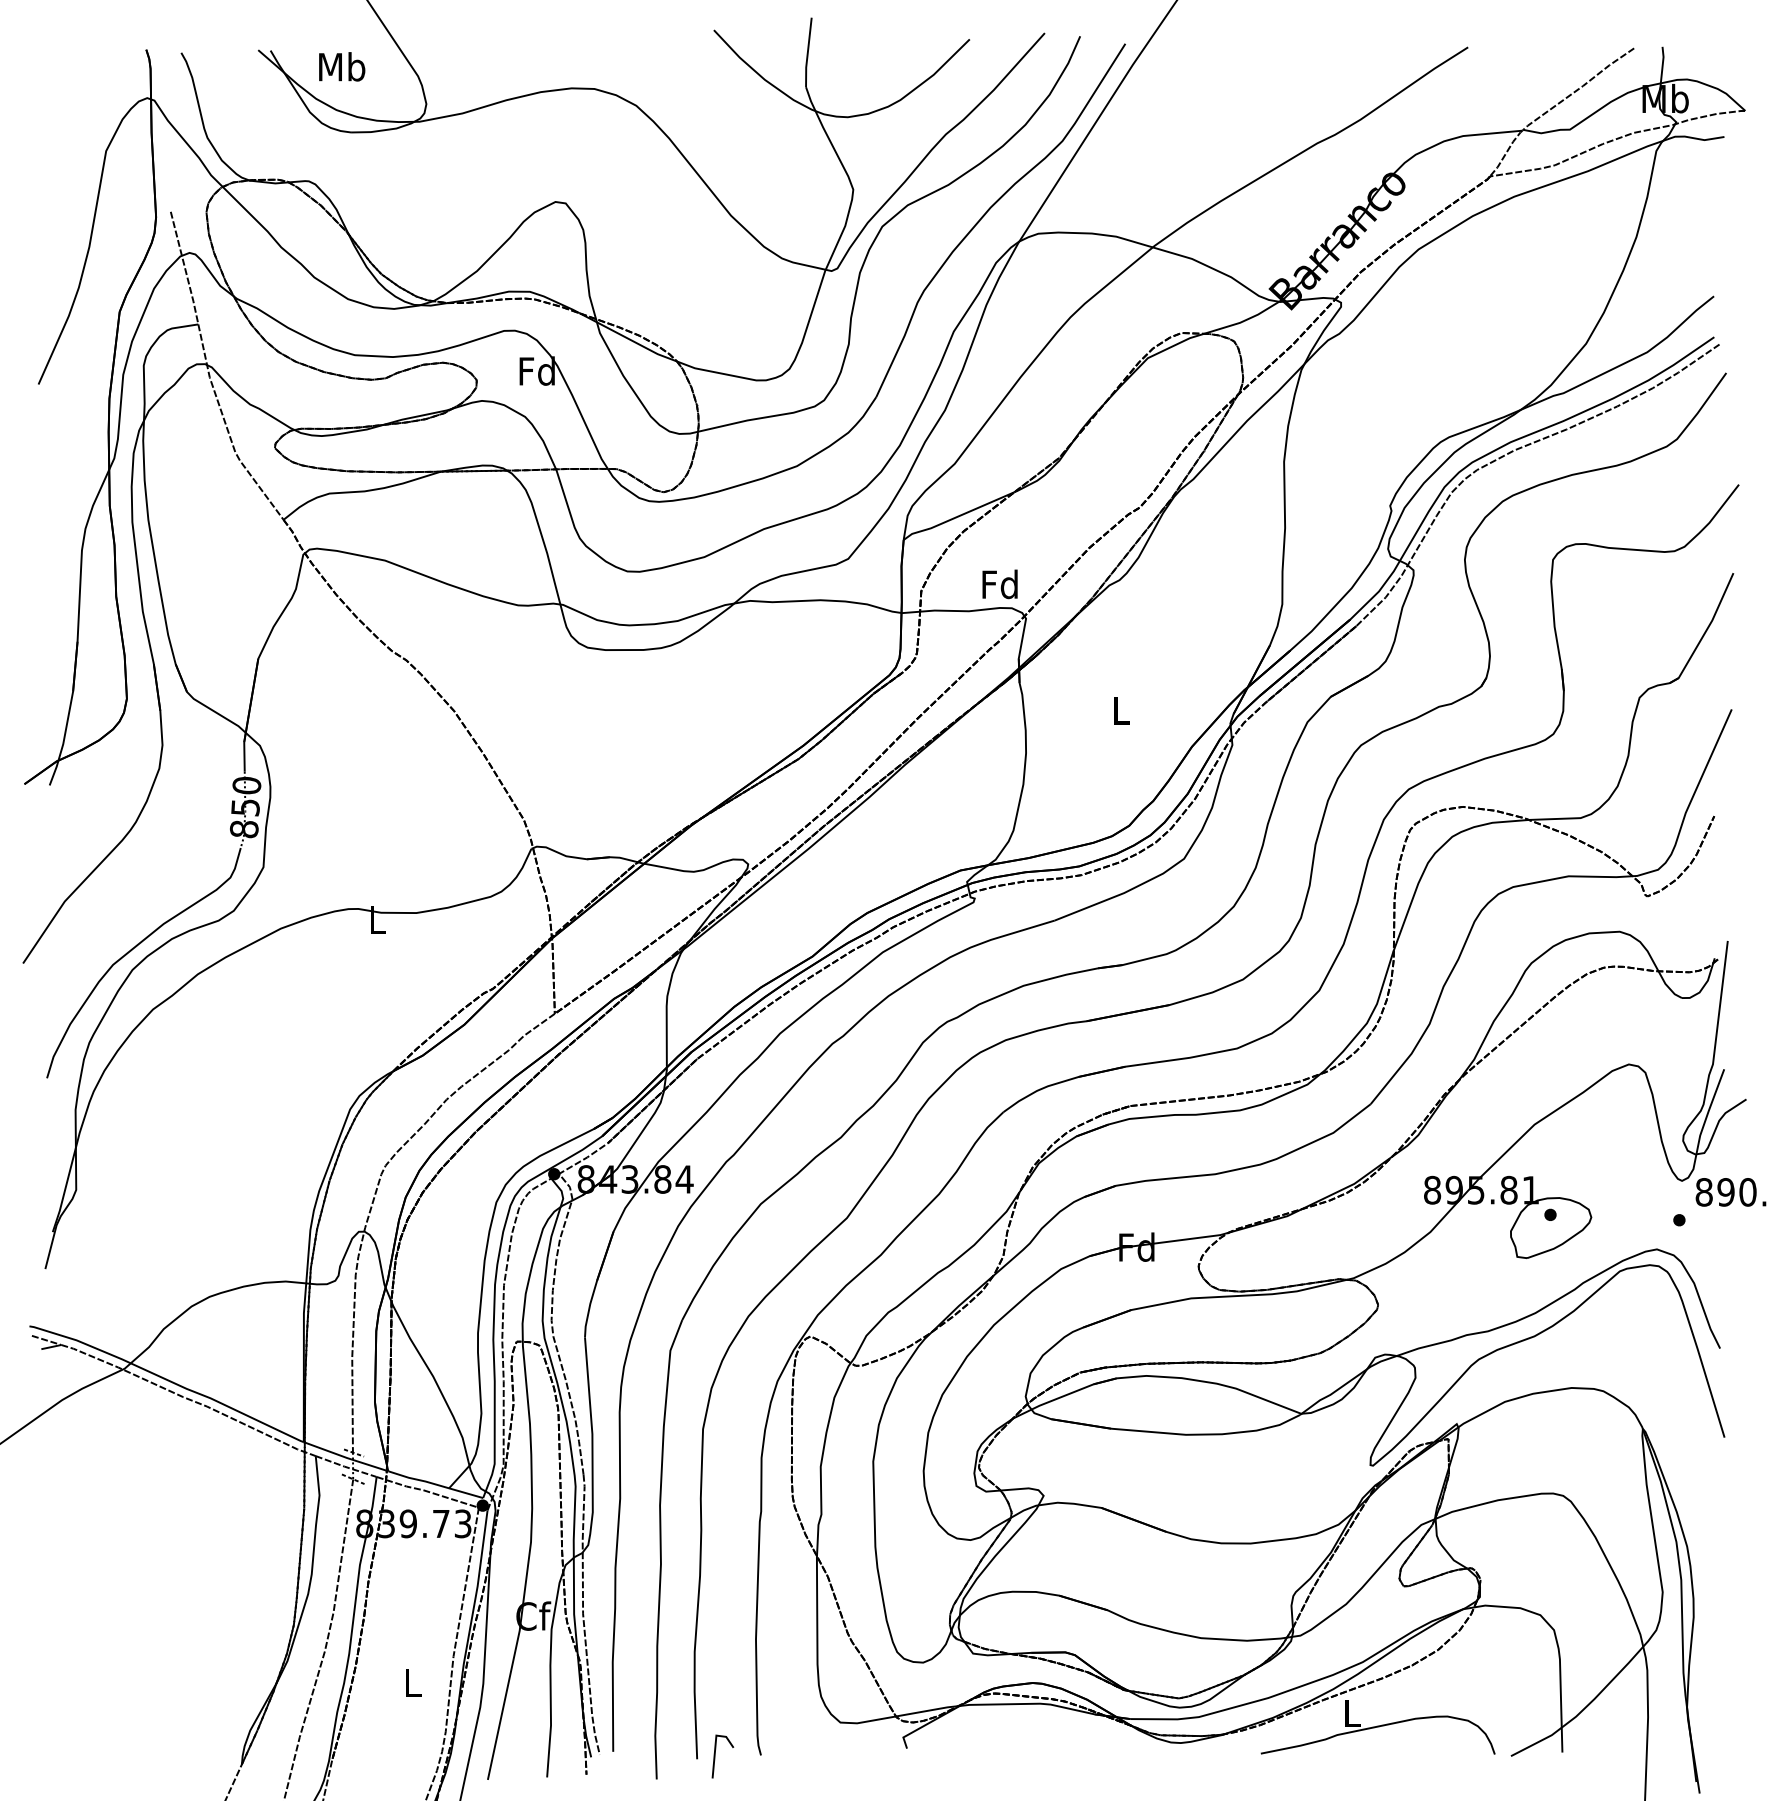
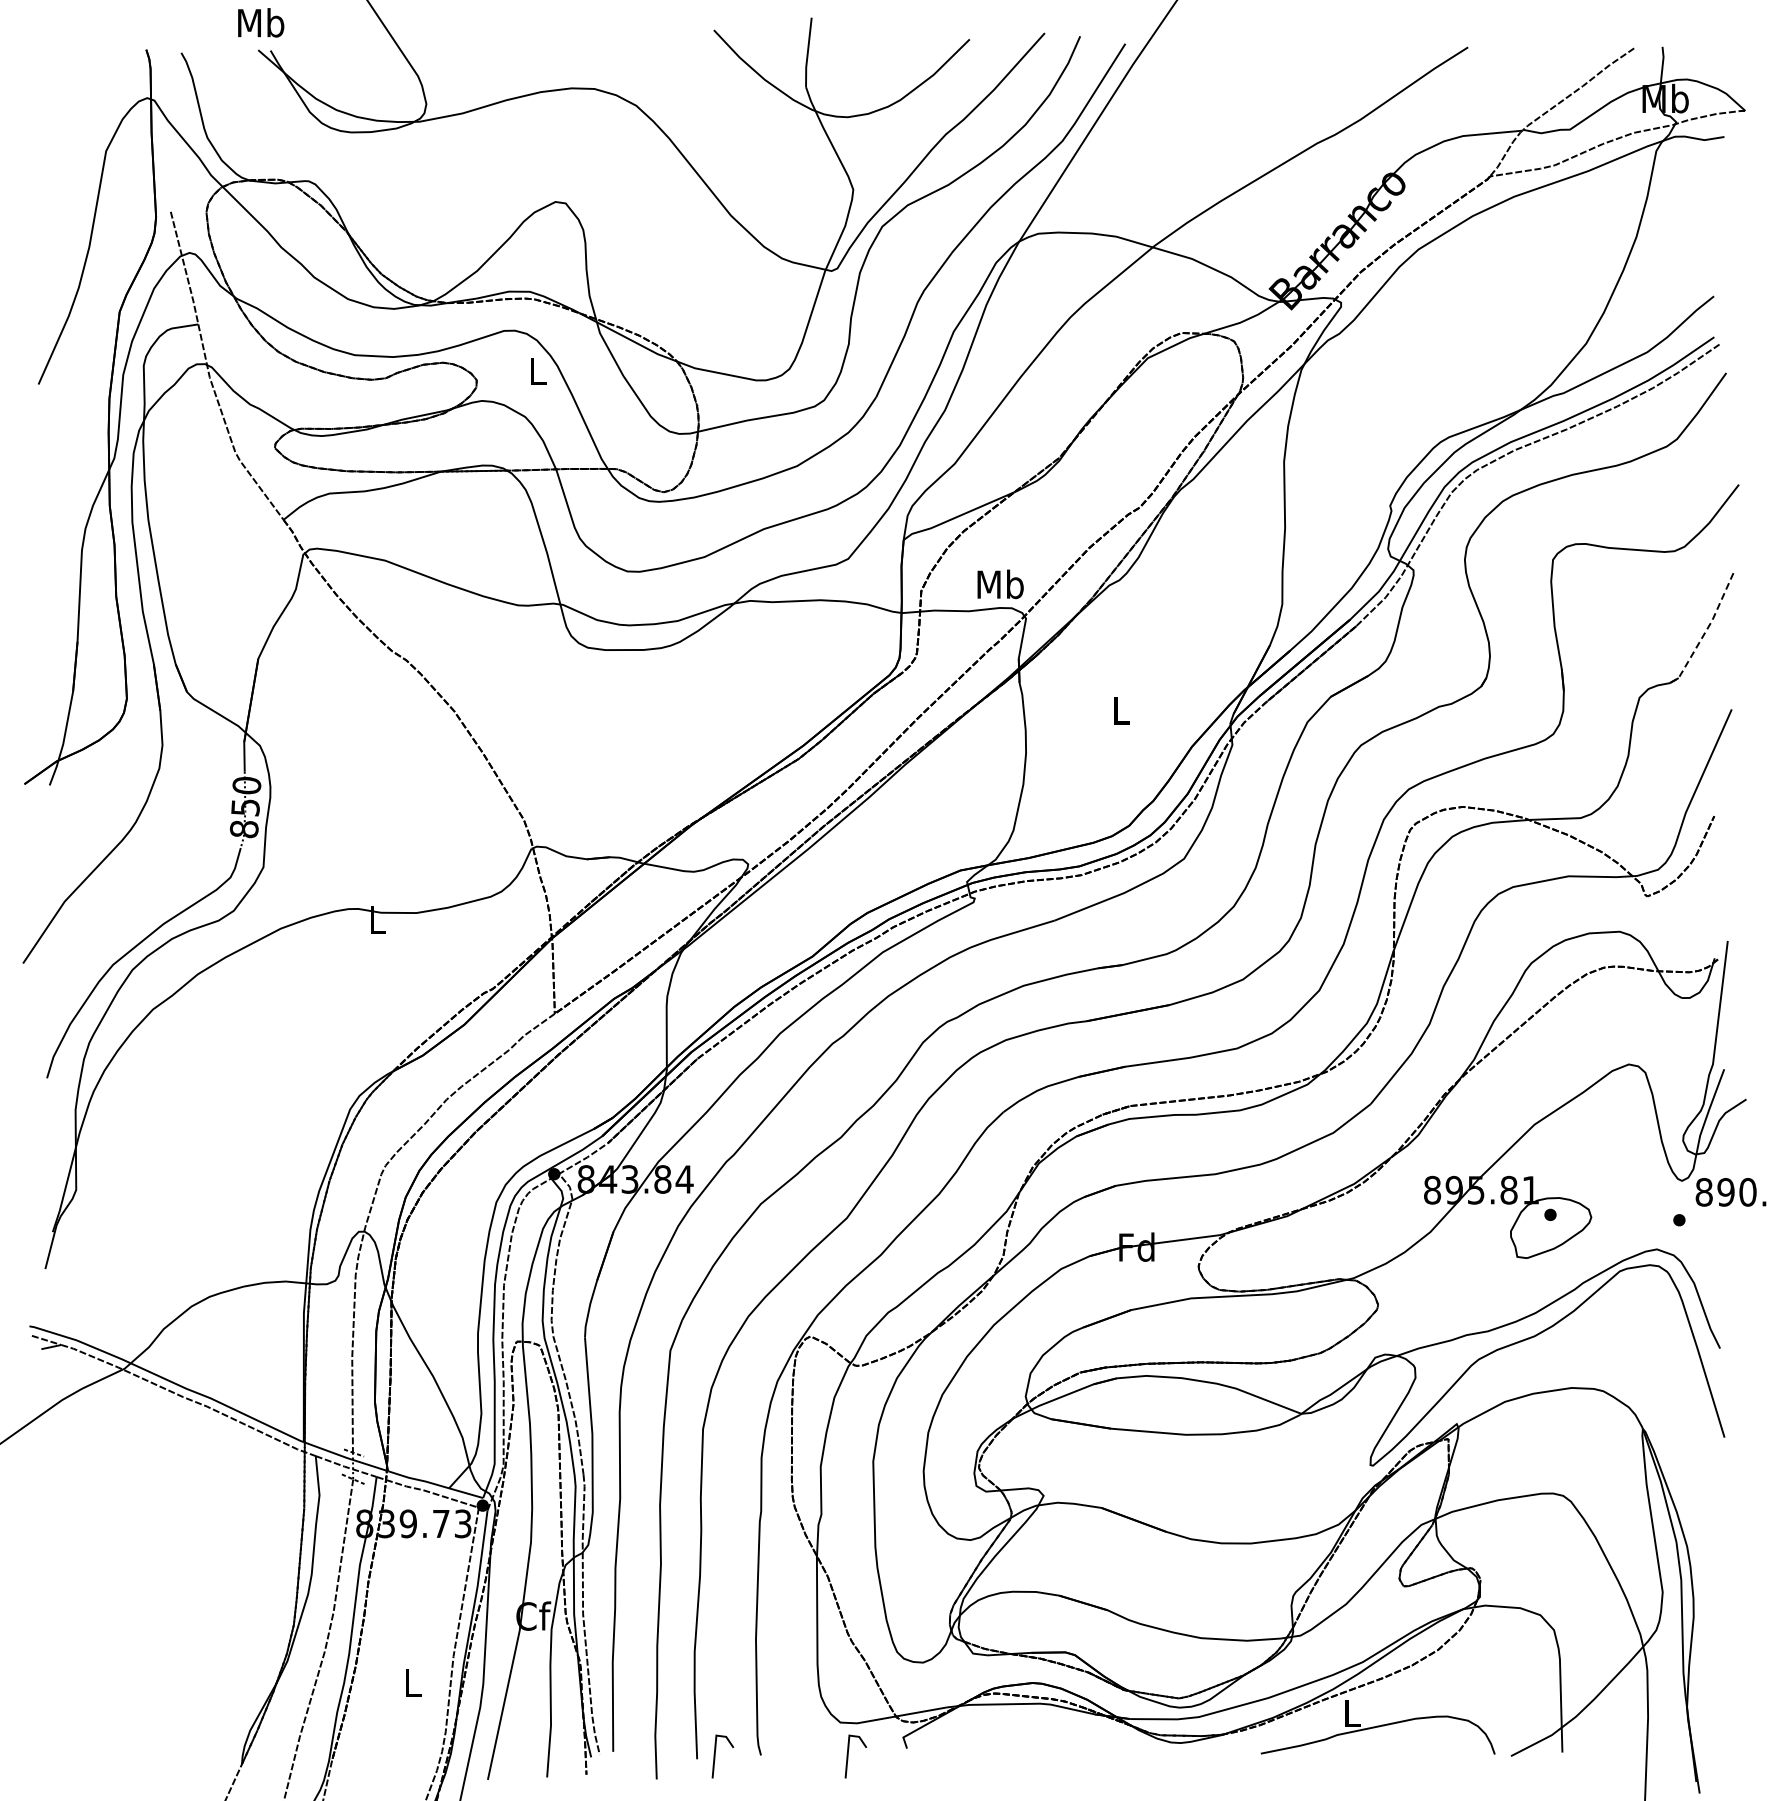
text at (342, 66) position: (342, 66) -> (261, 22)
text at (536, 370): Fd -> L
text at (1000, 584): Fd -> Mb
line at (1705, 631): solid -> dashed
line at (848, 1756): none -> present
